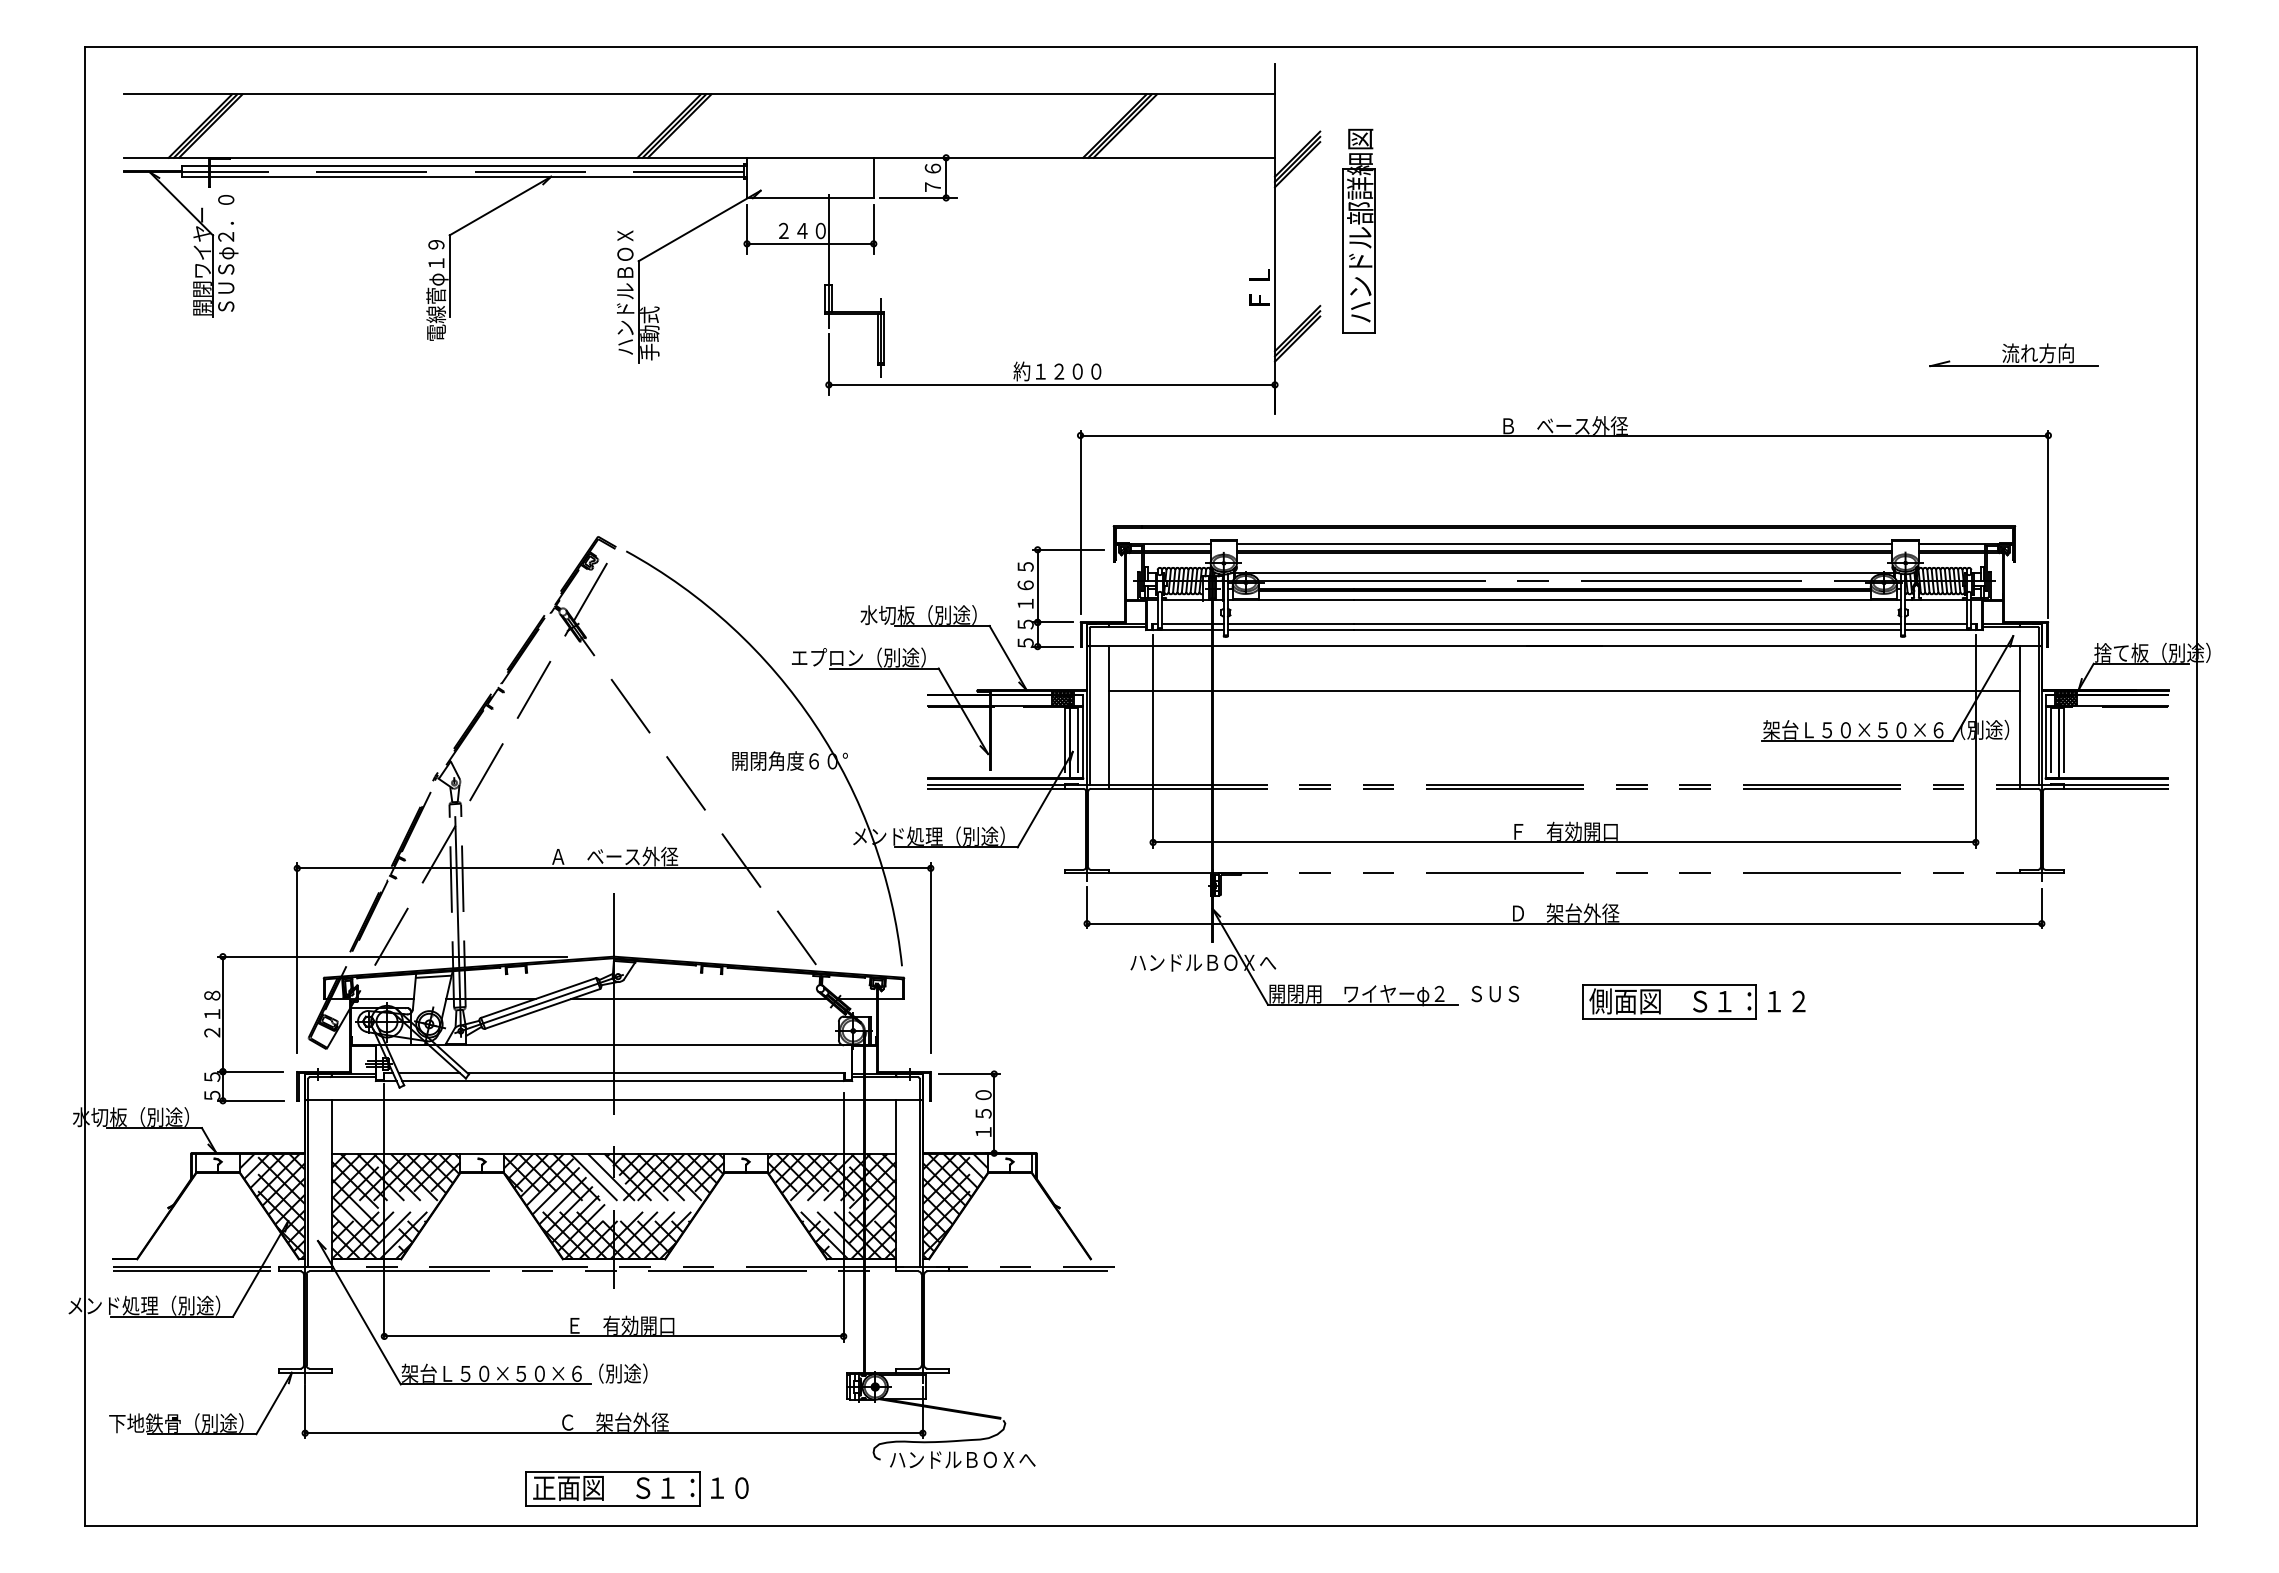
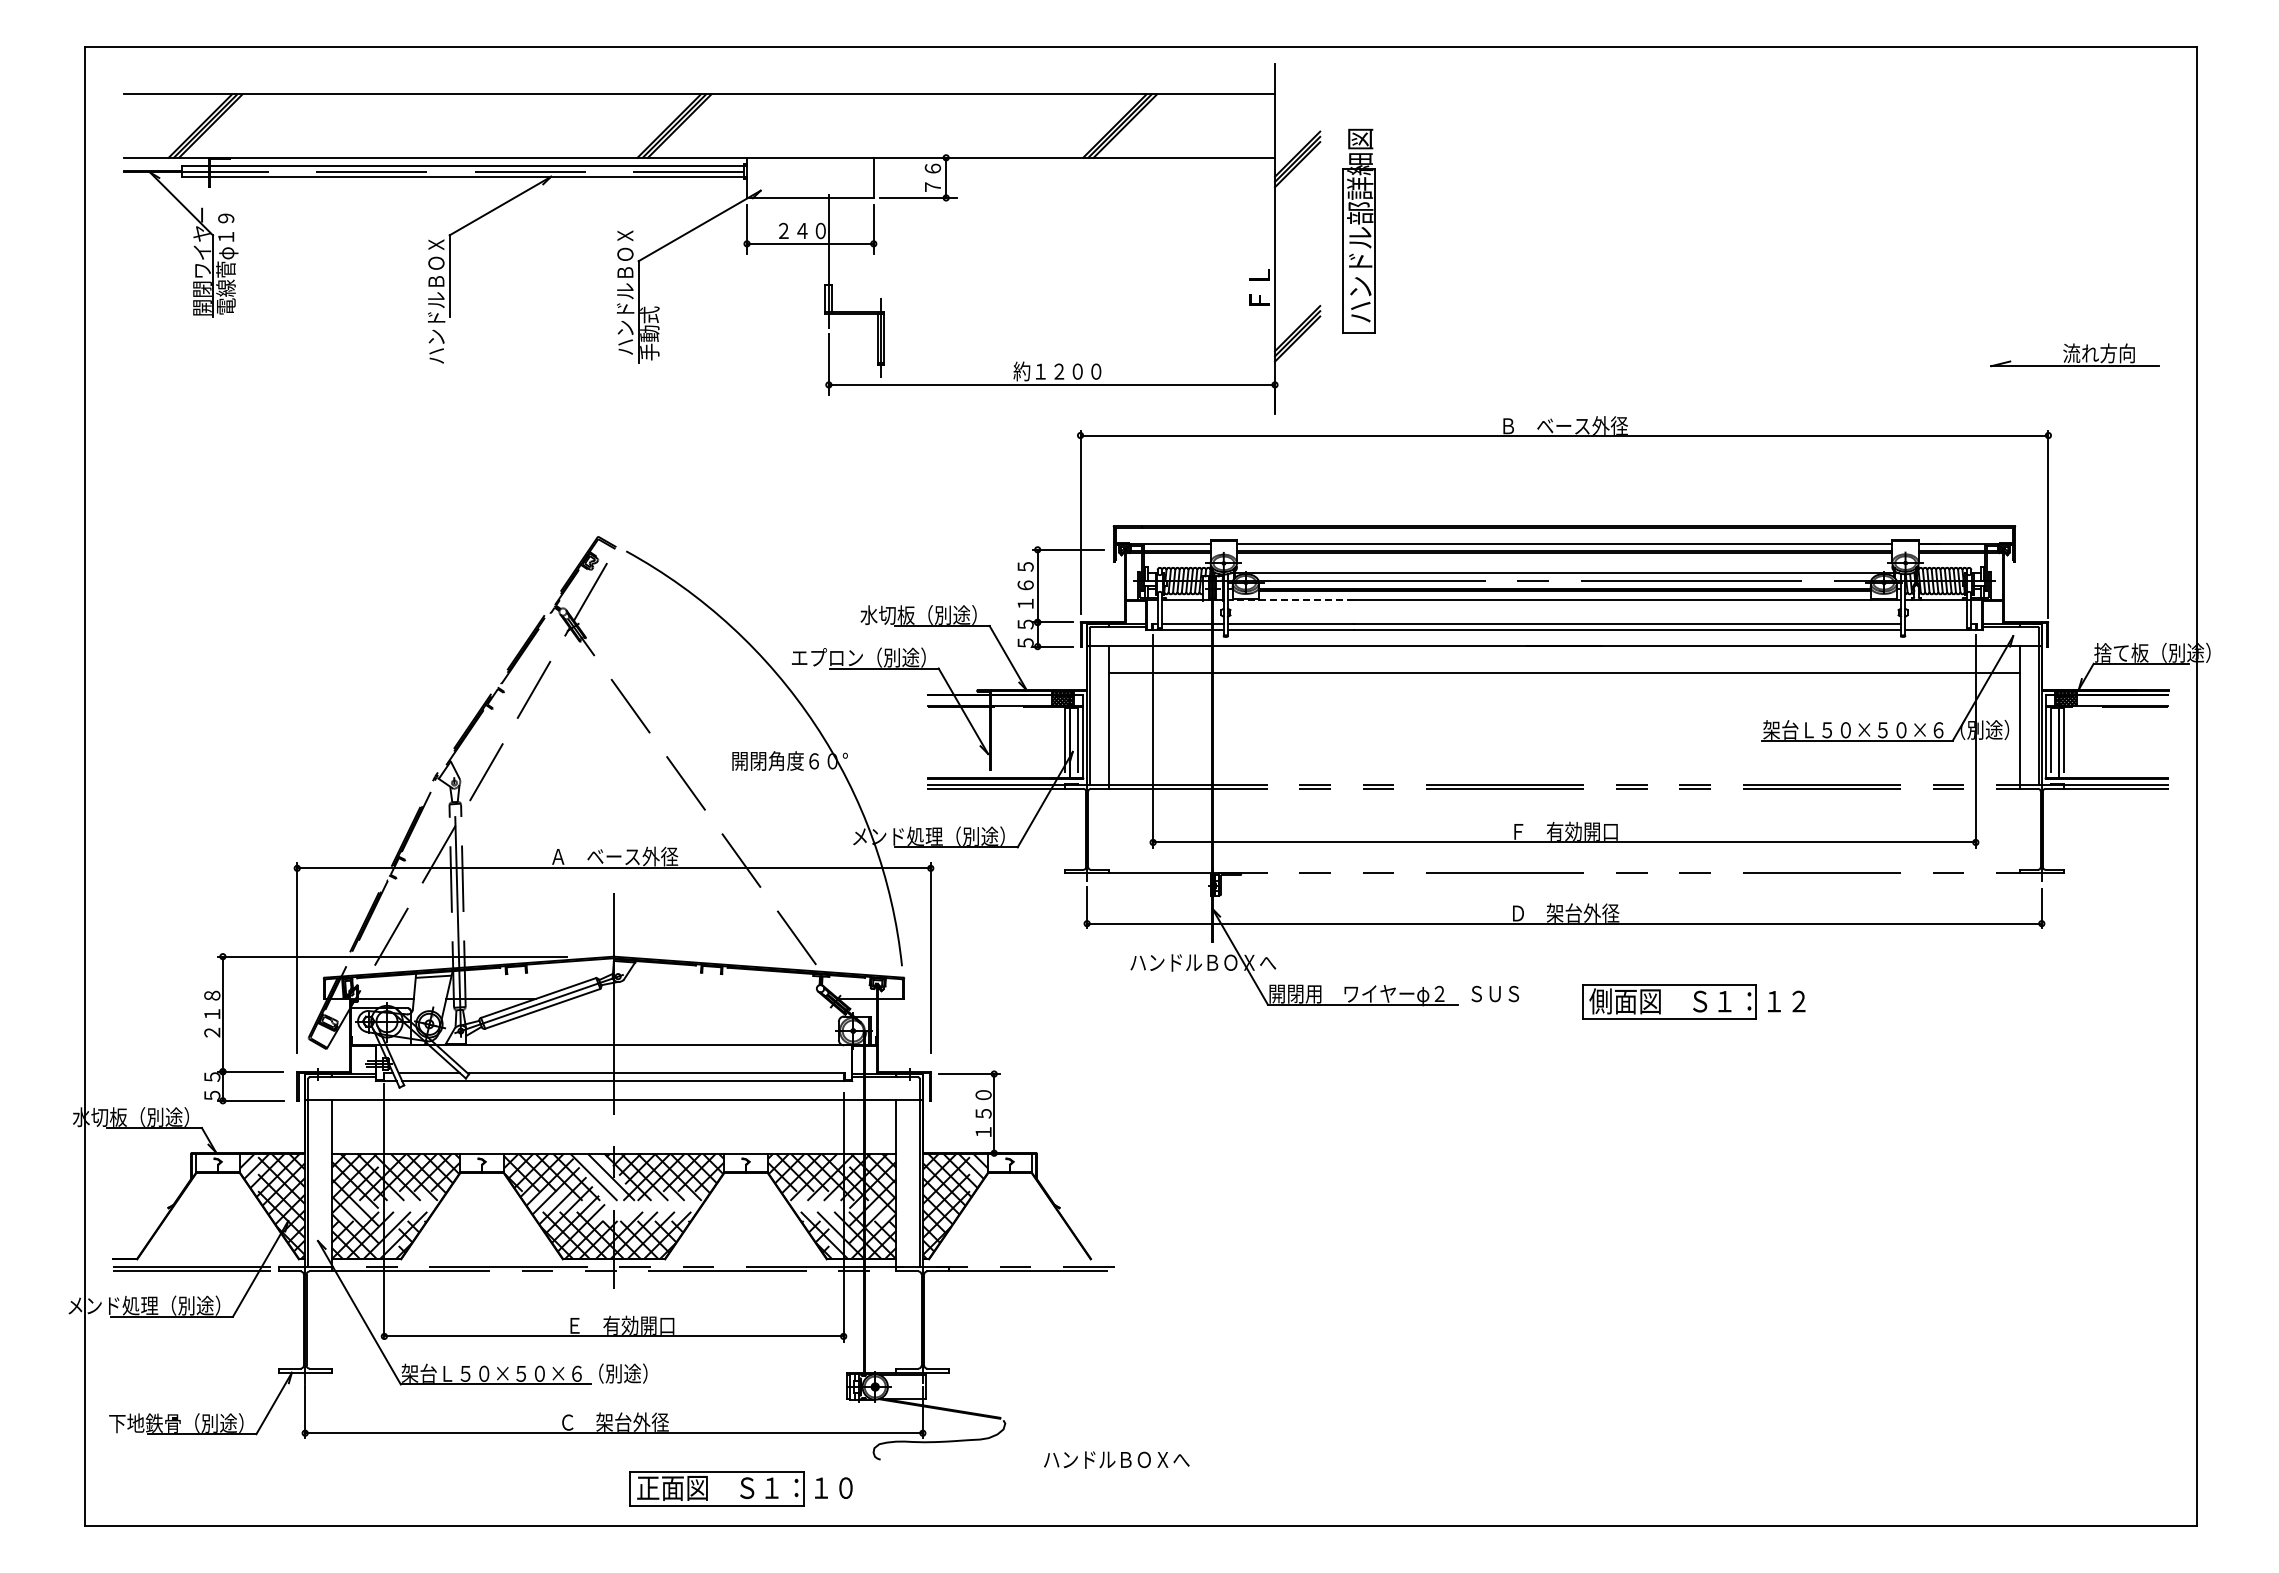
text at (225, 254): ＳＵＳφ２．０ -> 電線菅φ１９
text at (437, 301): 電線菅φ１９ -> ハンドルＢＯＸ
part at (2013, 355) position: (2013, 355) -> (2074, 355)
line at (1290, 600): solid -> dashed
line at (1935, 623): present -> none
line at (1564, 690) position: (1564, 690) -> (1564, 672)
line at (698, 998): present -> none
text at (962, 1459) position: (962, 1459) -> (1116, 1459)
part at (636, 1488) position: (636, 1488) -> (740, 1488)
